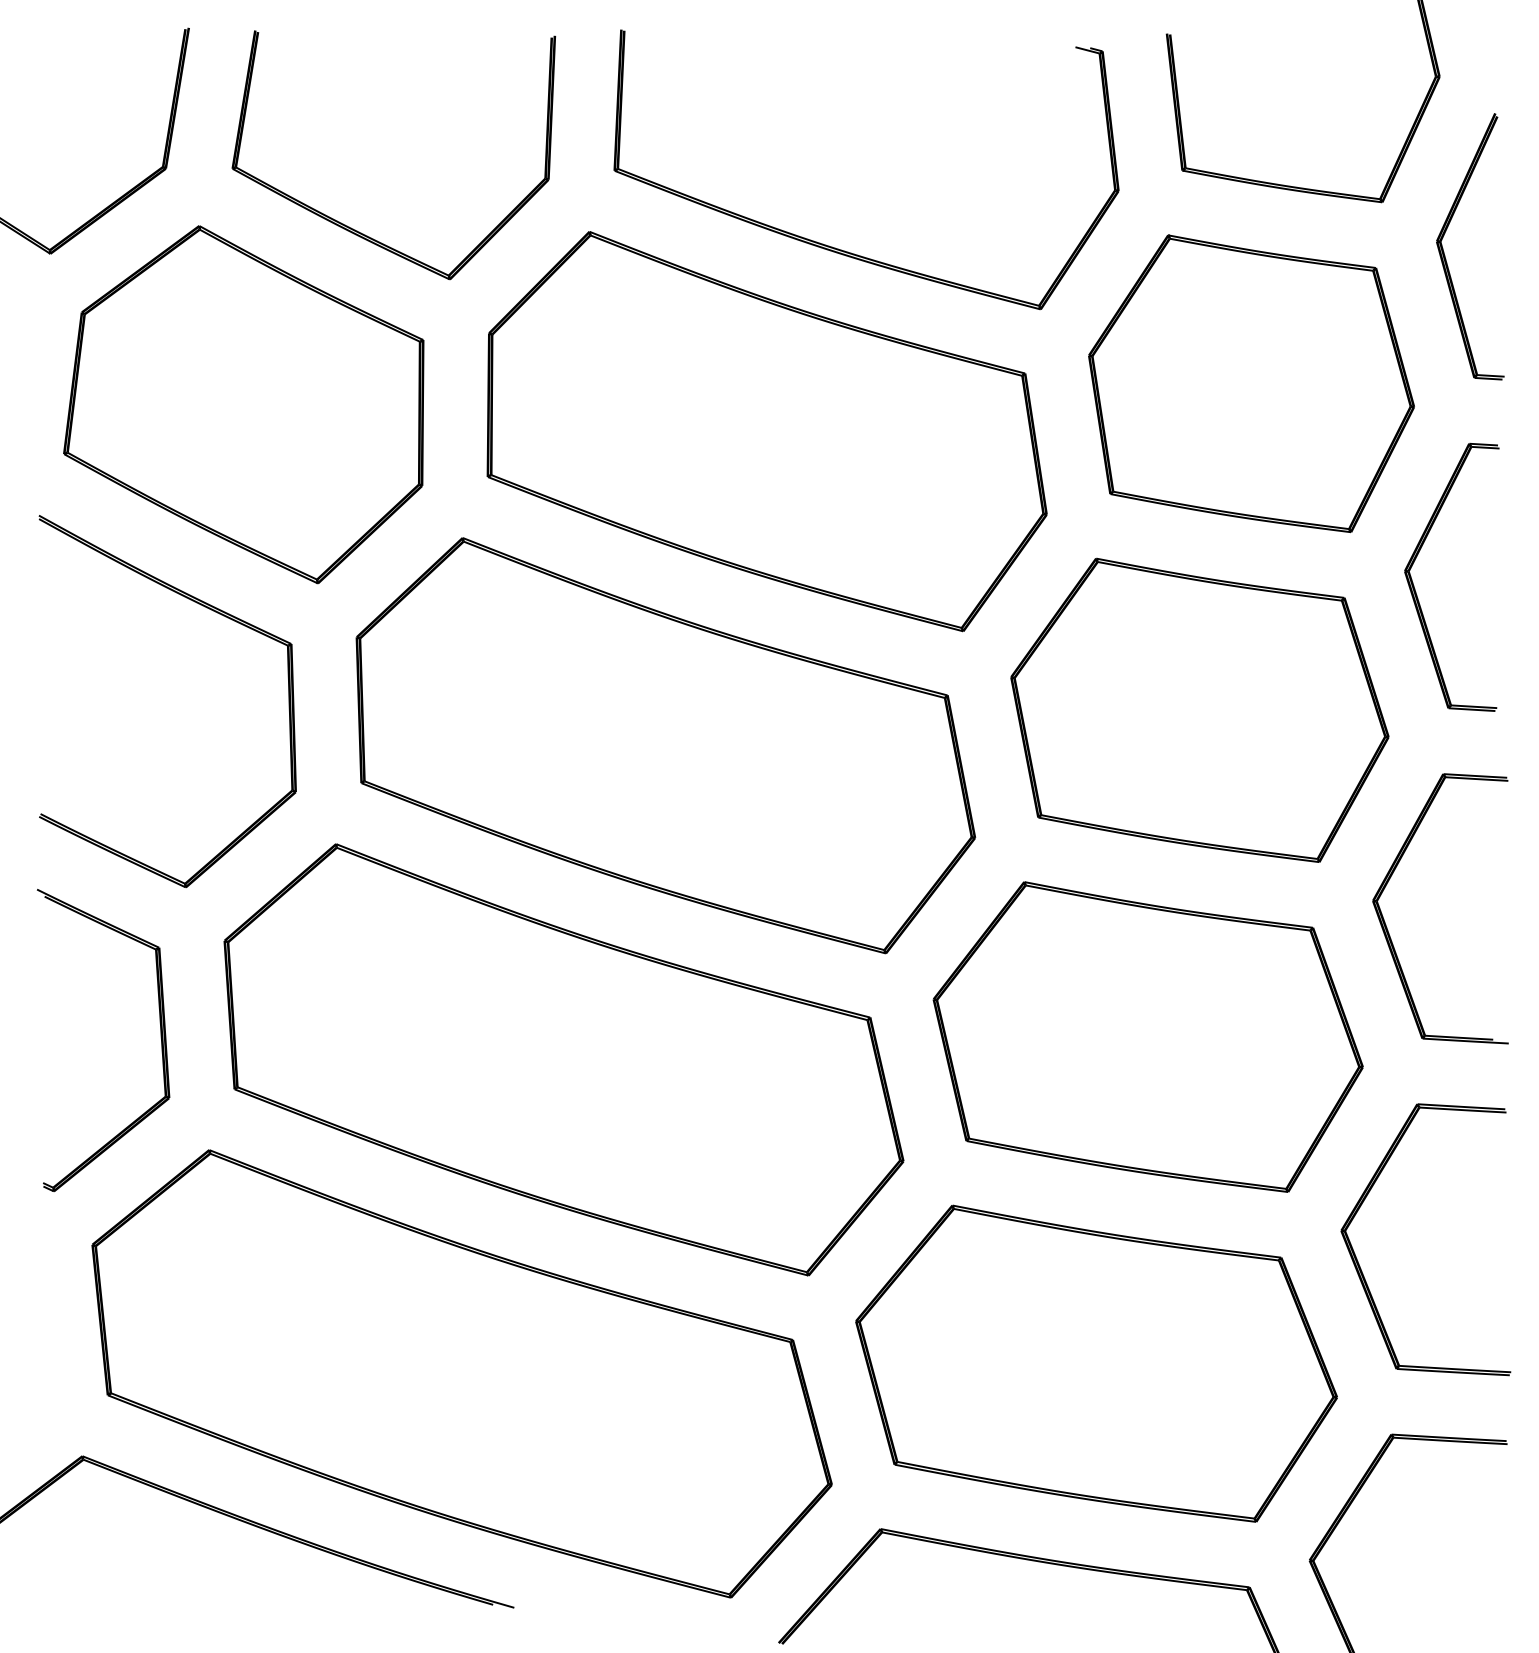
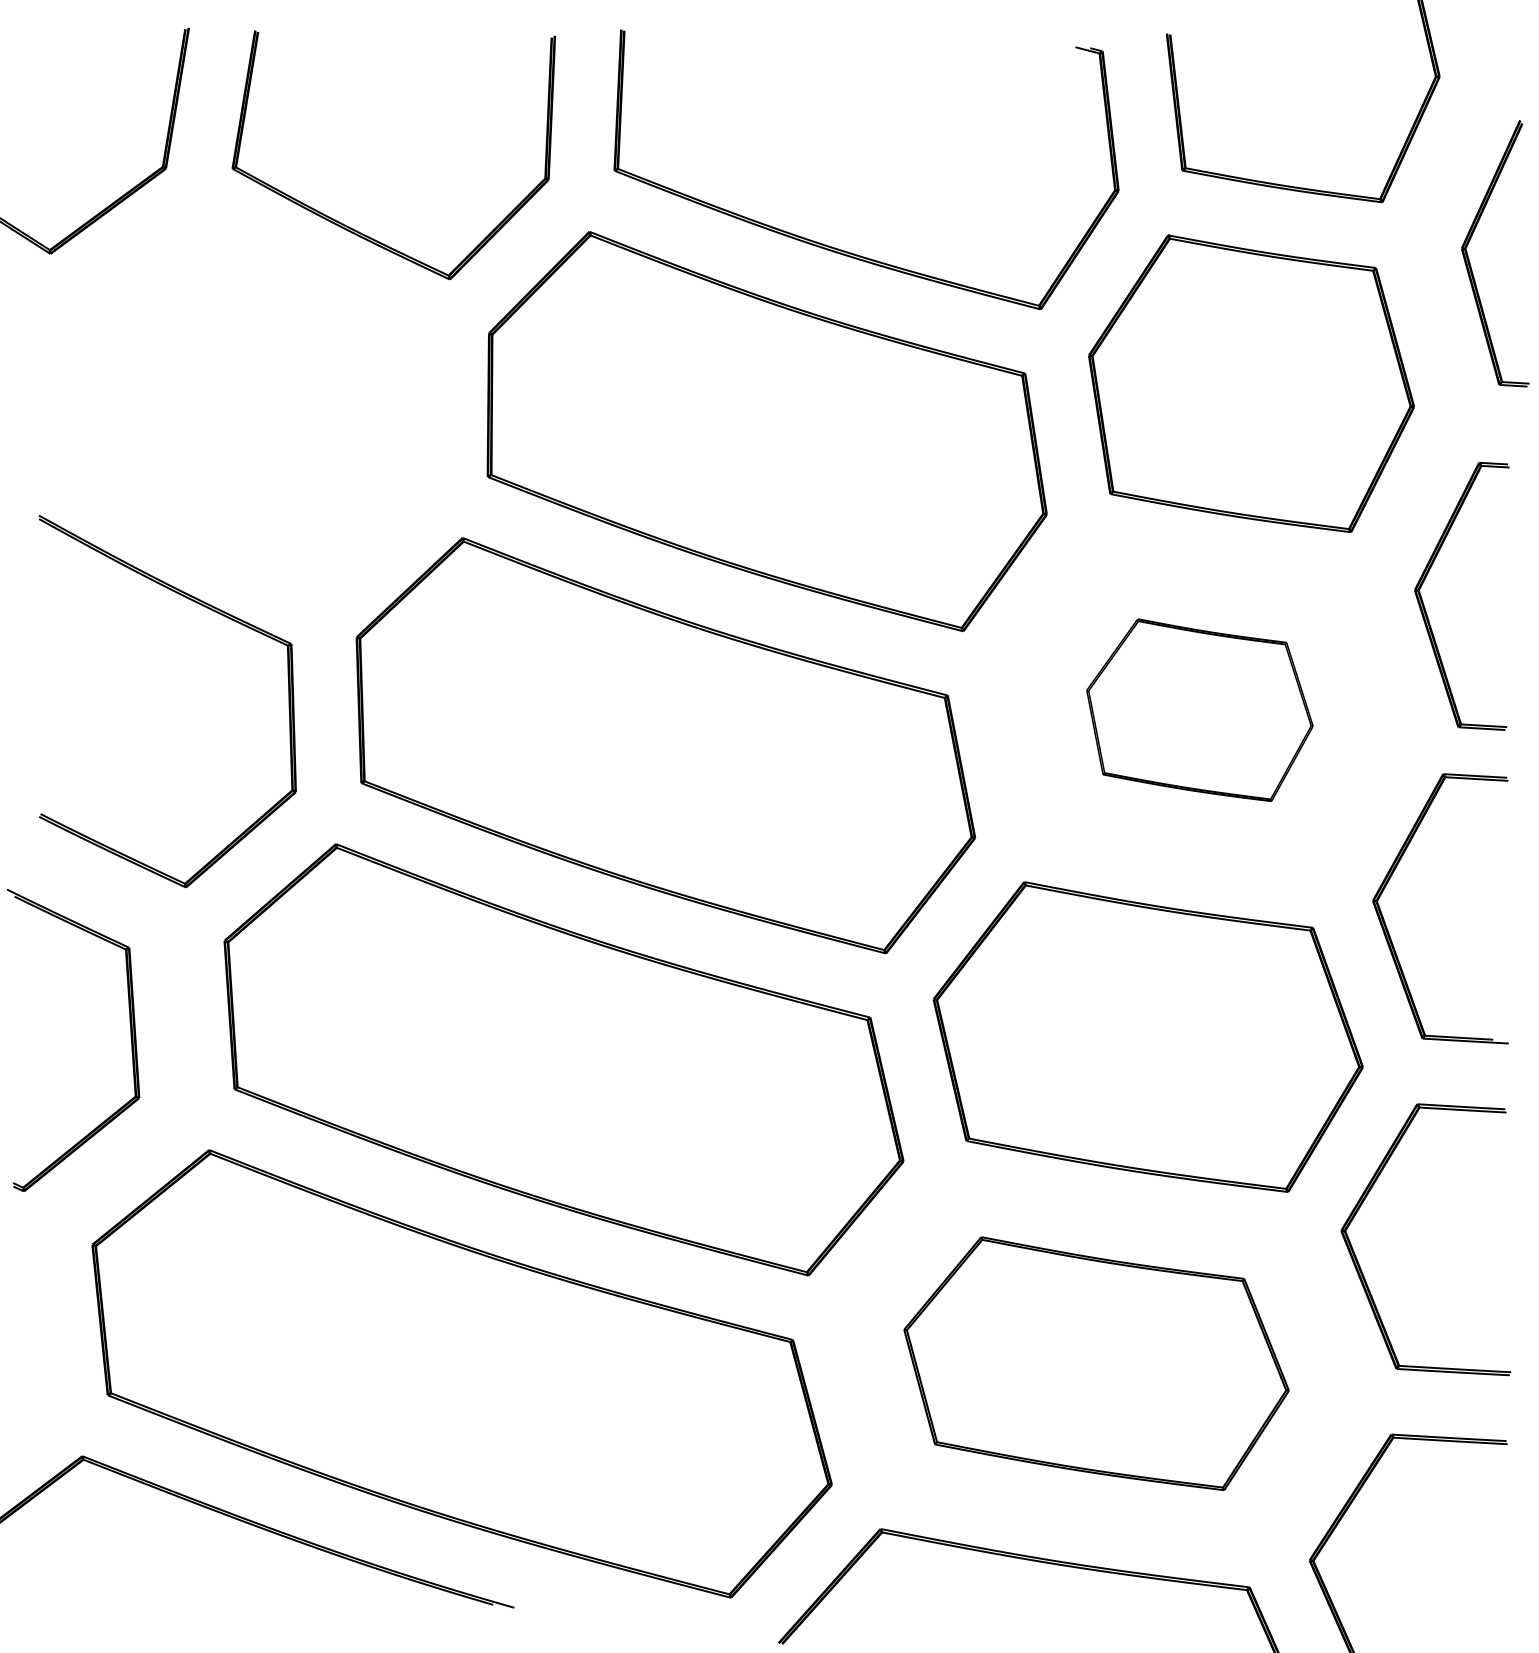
part at (1444, 251) position: (1444, 251) -> (1469, 258)
part at (243, 404): present -> none
part at (1415, 588) position: (1415, 588) -> (1425, 607)
part at (1199, 709) size: 380x306 px -> 228x184 px
part at (160, 1037) position: (160, 1037) -> (130, 1037)
part at (1096, 1363) size: 483x319 px -> 387x256 px
